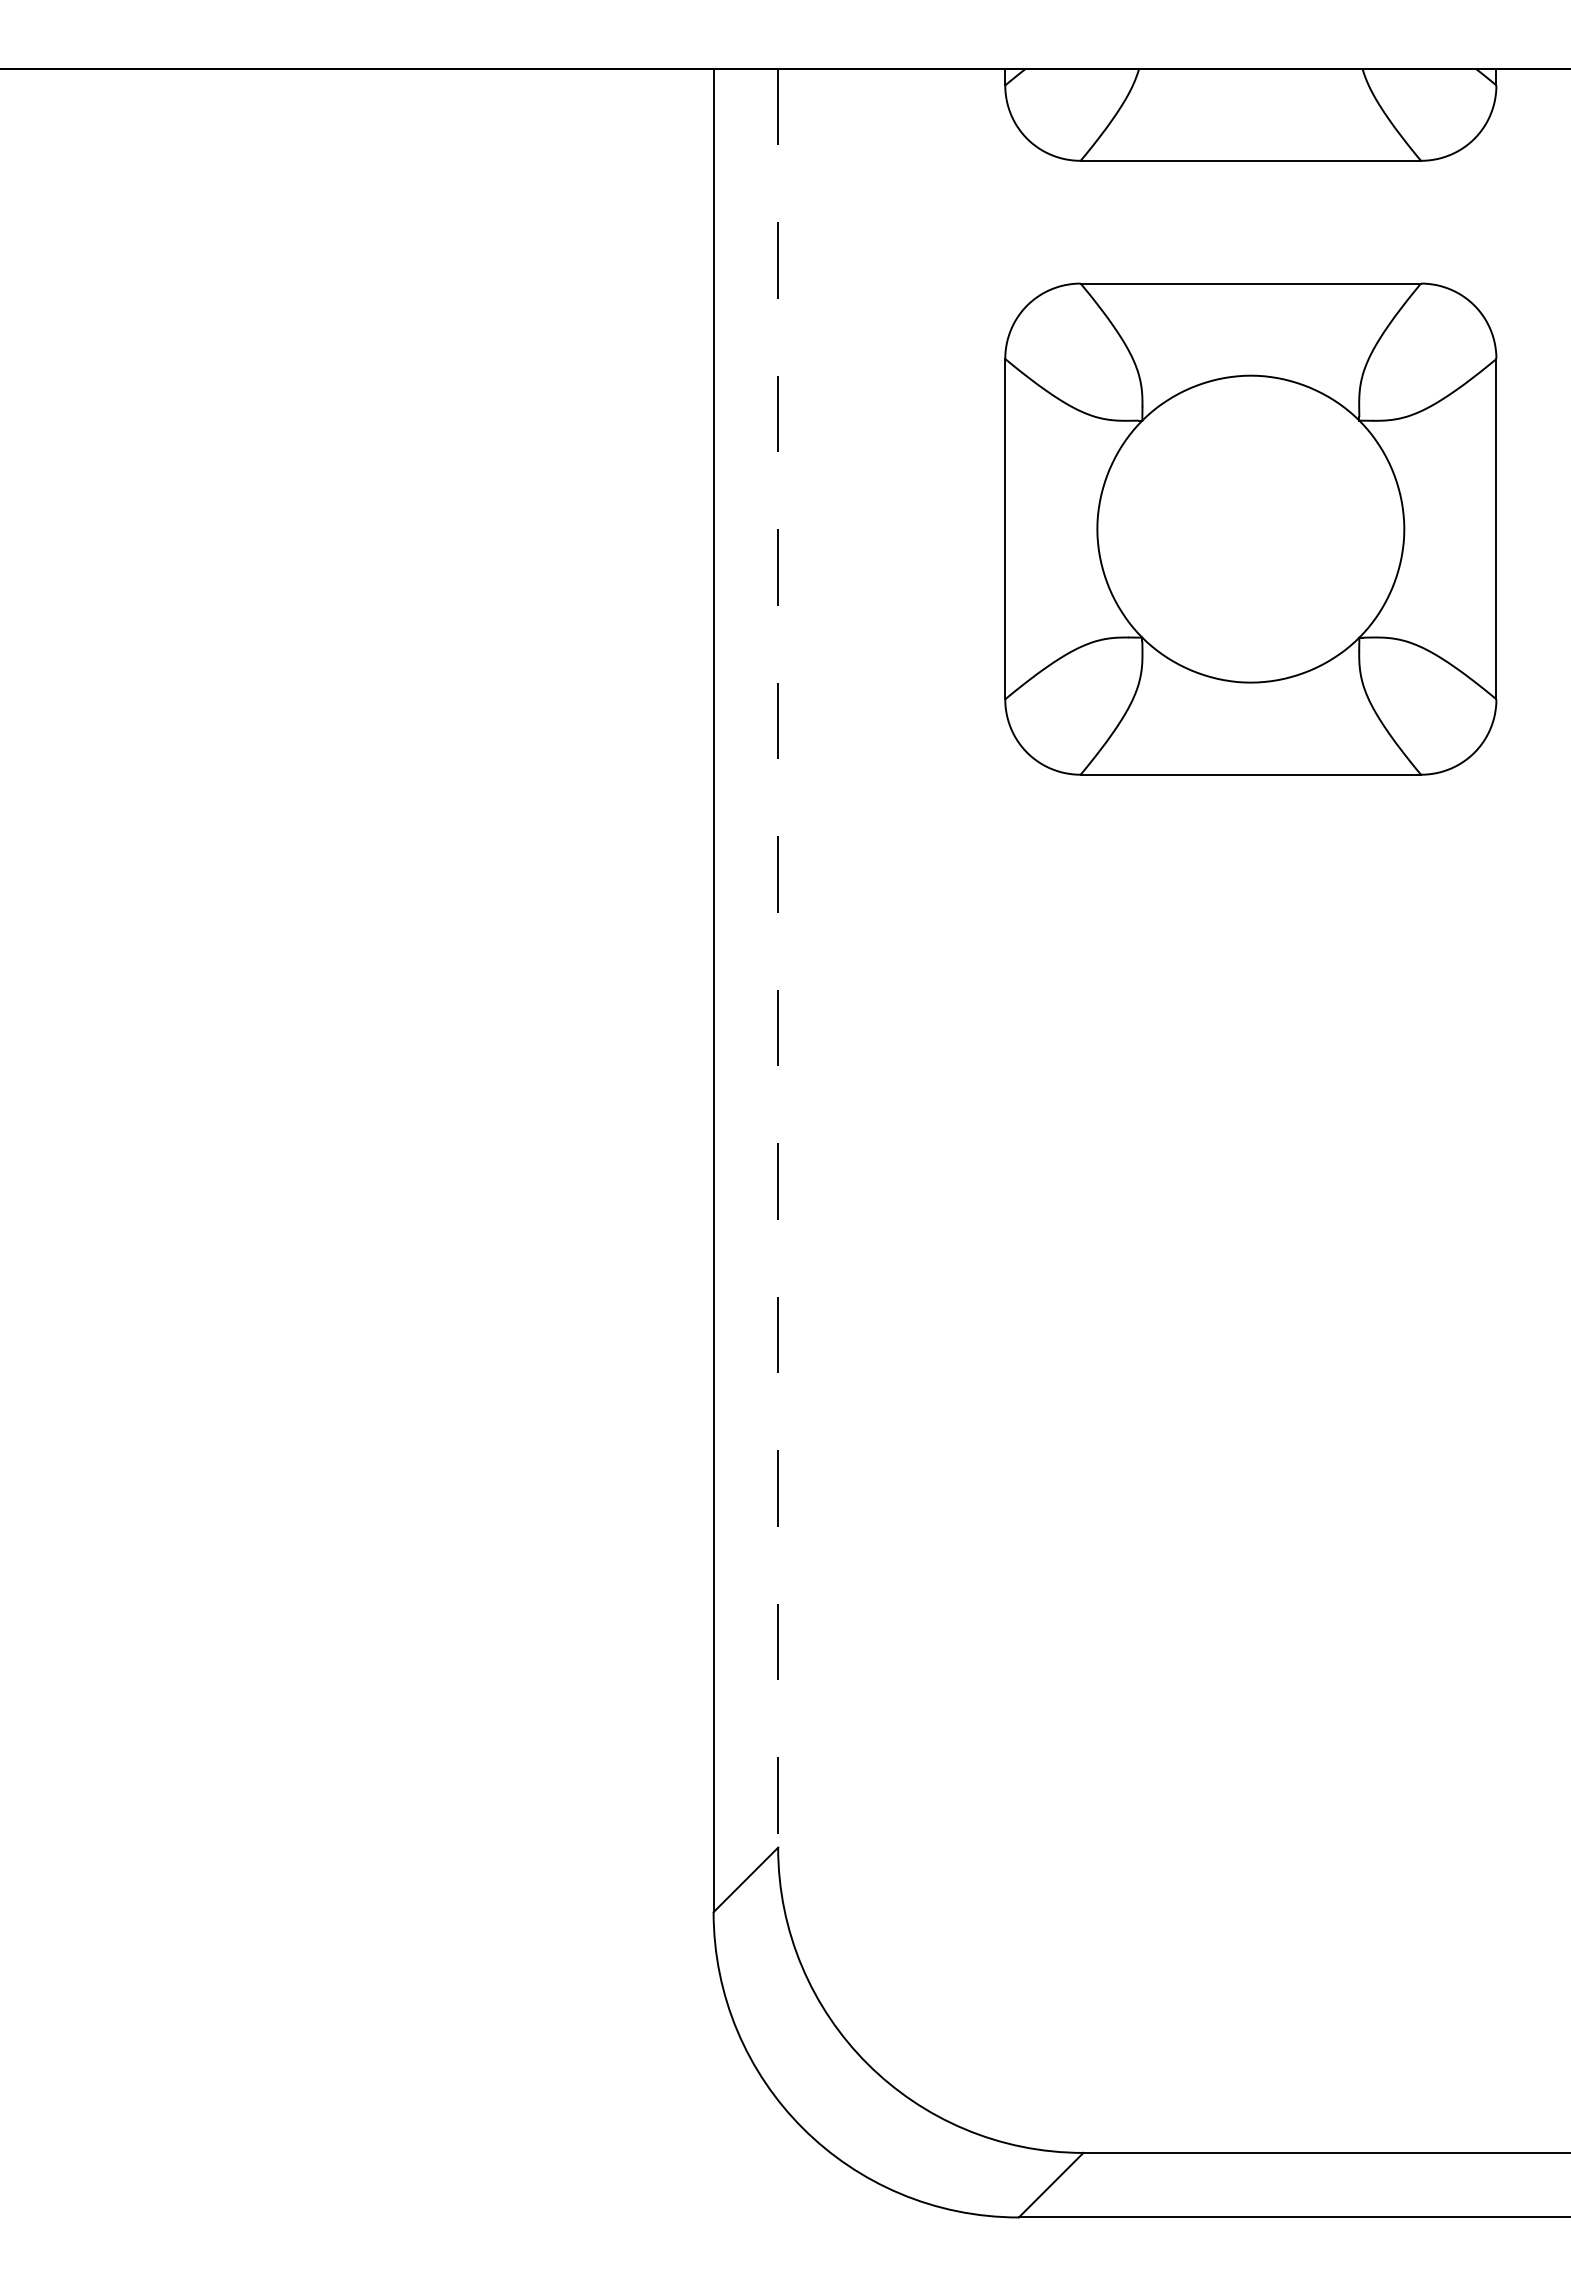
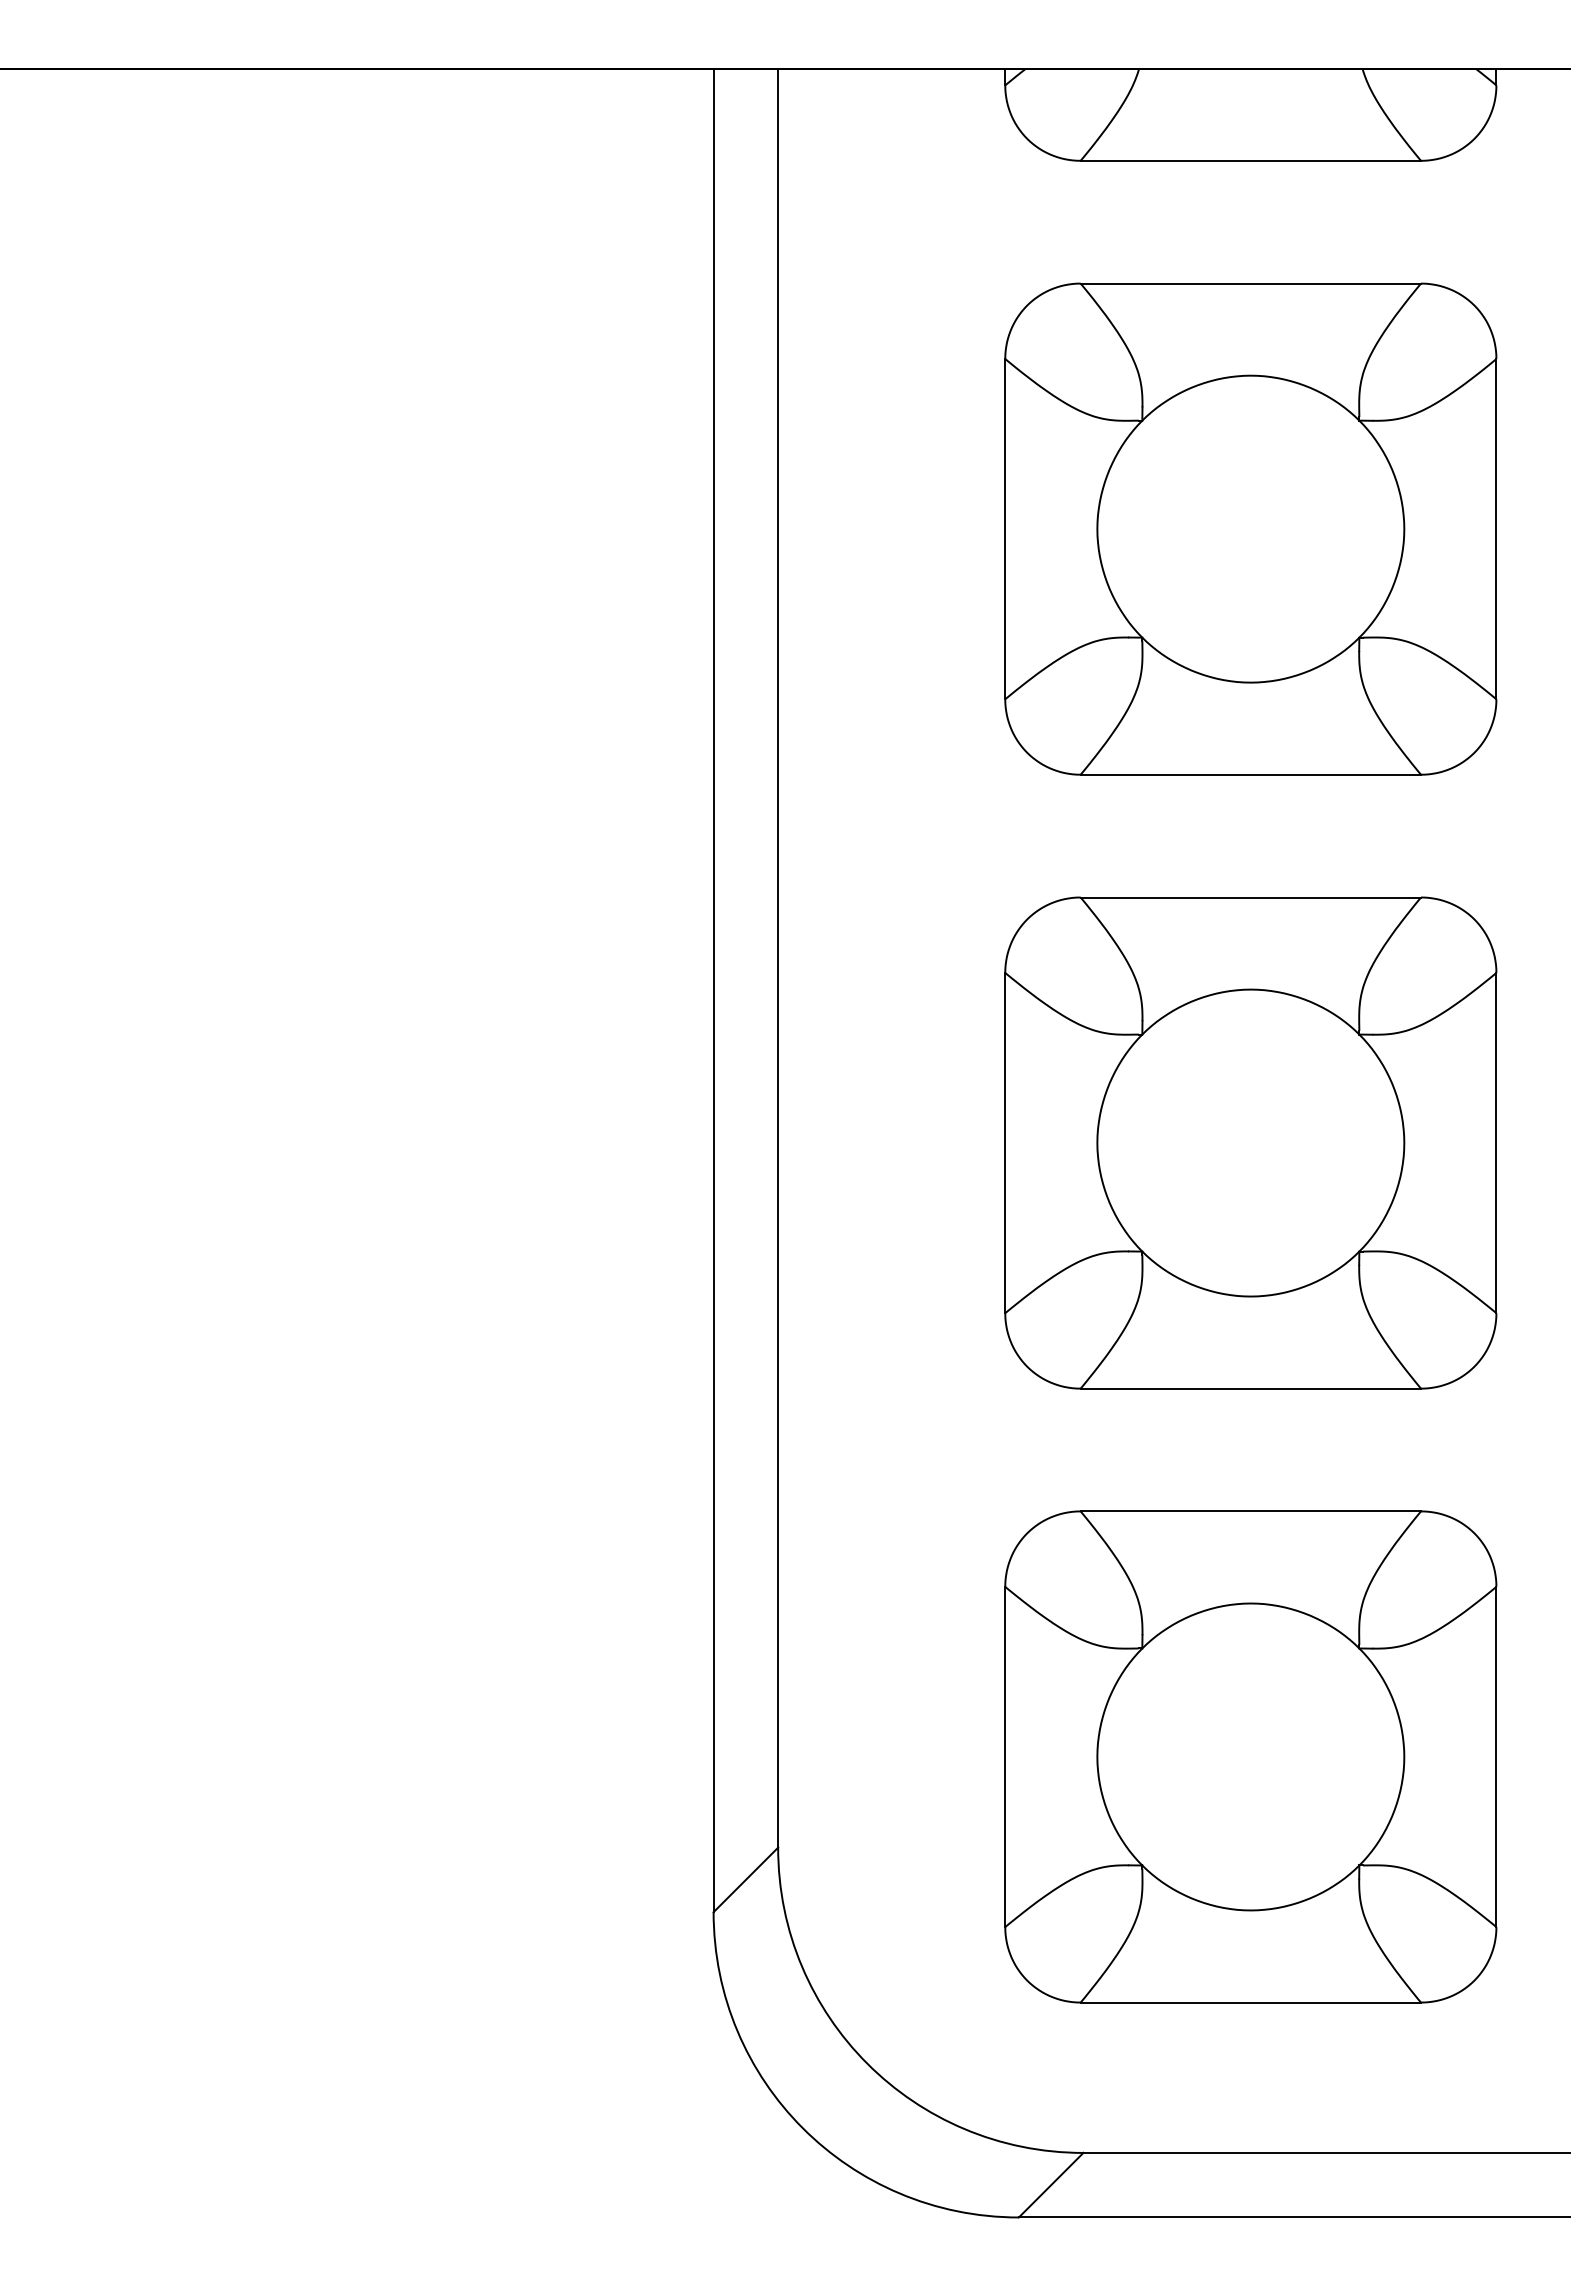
line at (778, 958): dashed -> solid
part at (1250, 1142): none -> present
part at (1250, 1756): none -> present
